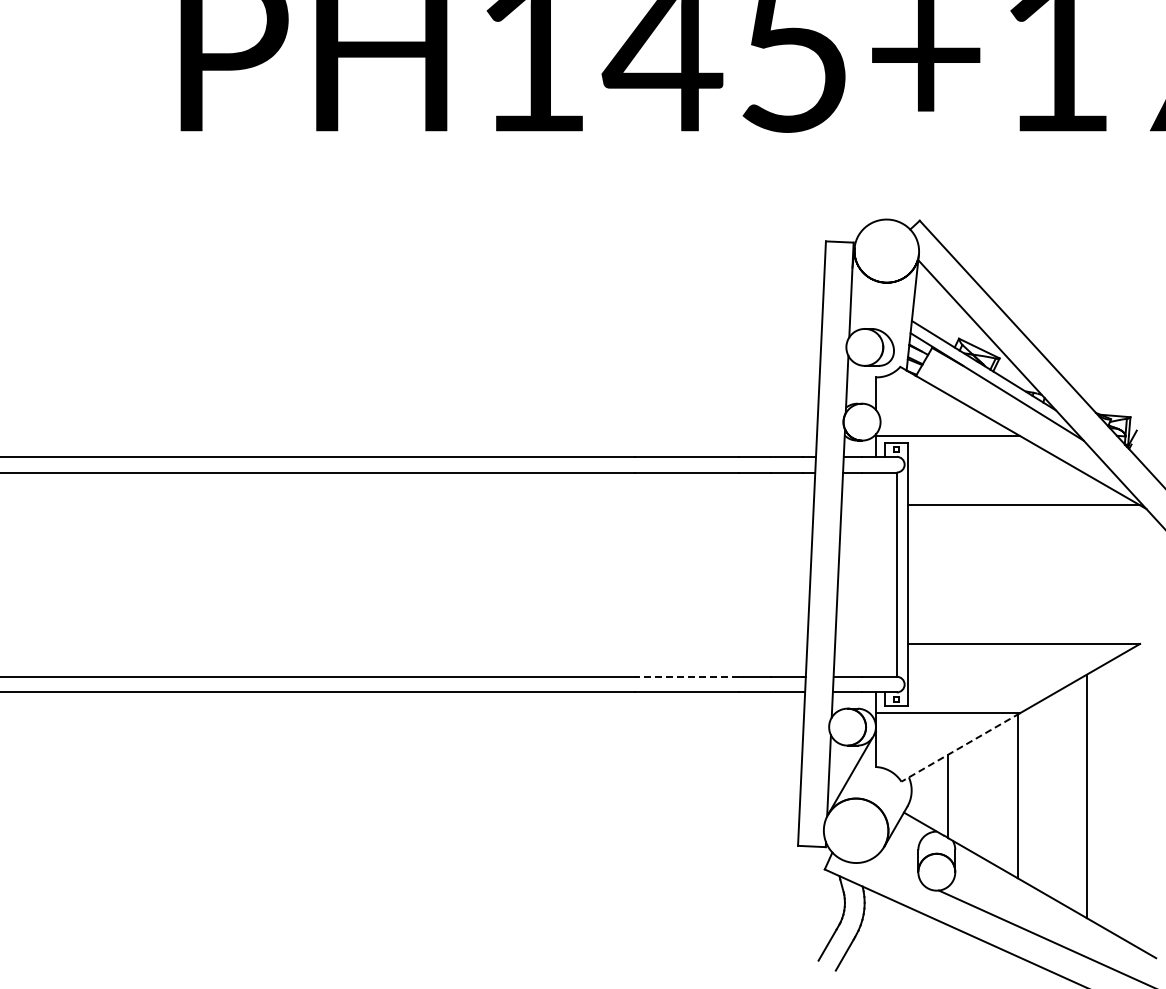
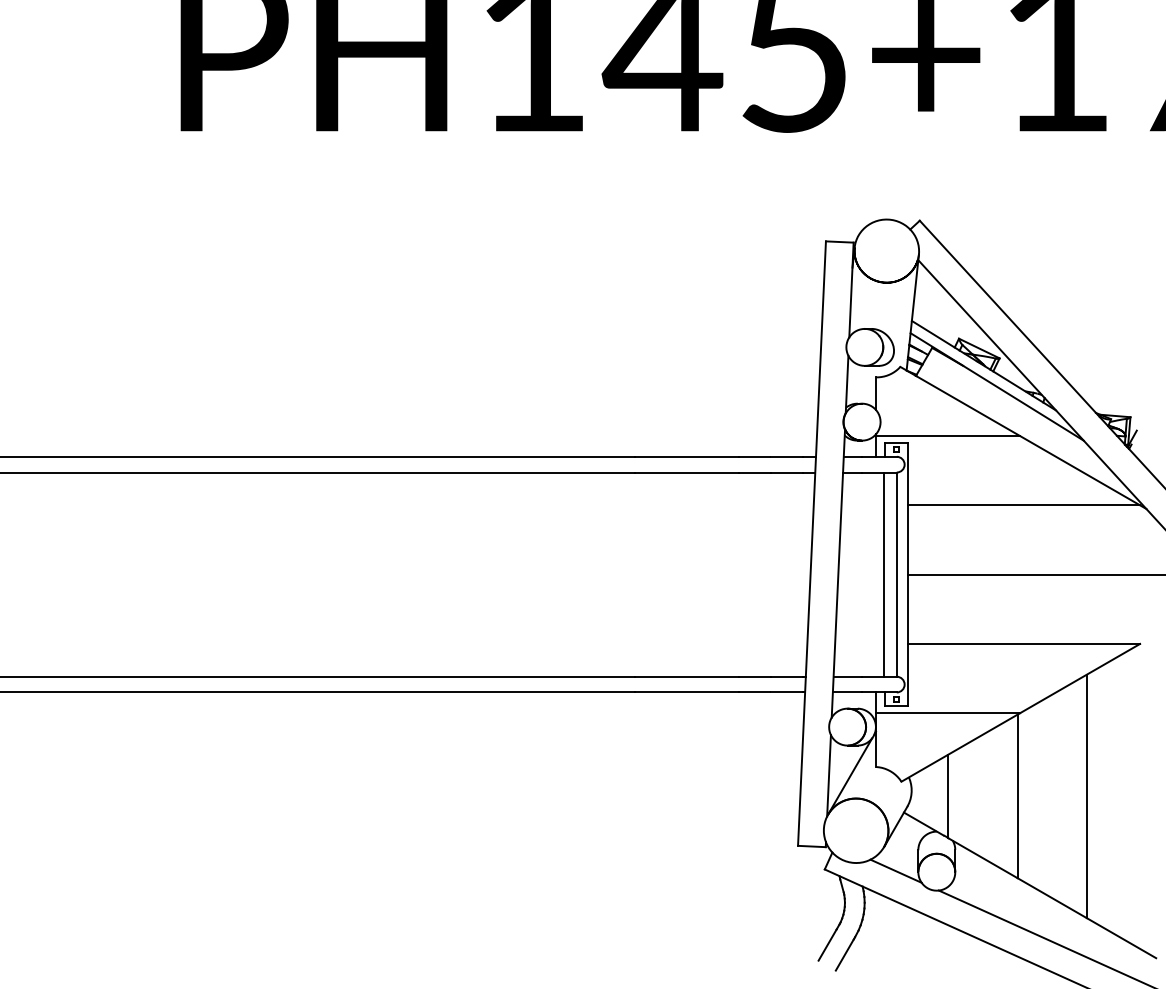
line at (884, 574): none -> present
line at (1035, 574): none -> present
line at (686, 676): dashed -> solid
line at (960, 747): dashed -> solid
line at (895, 870): none -> present
